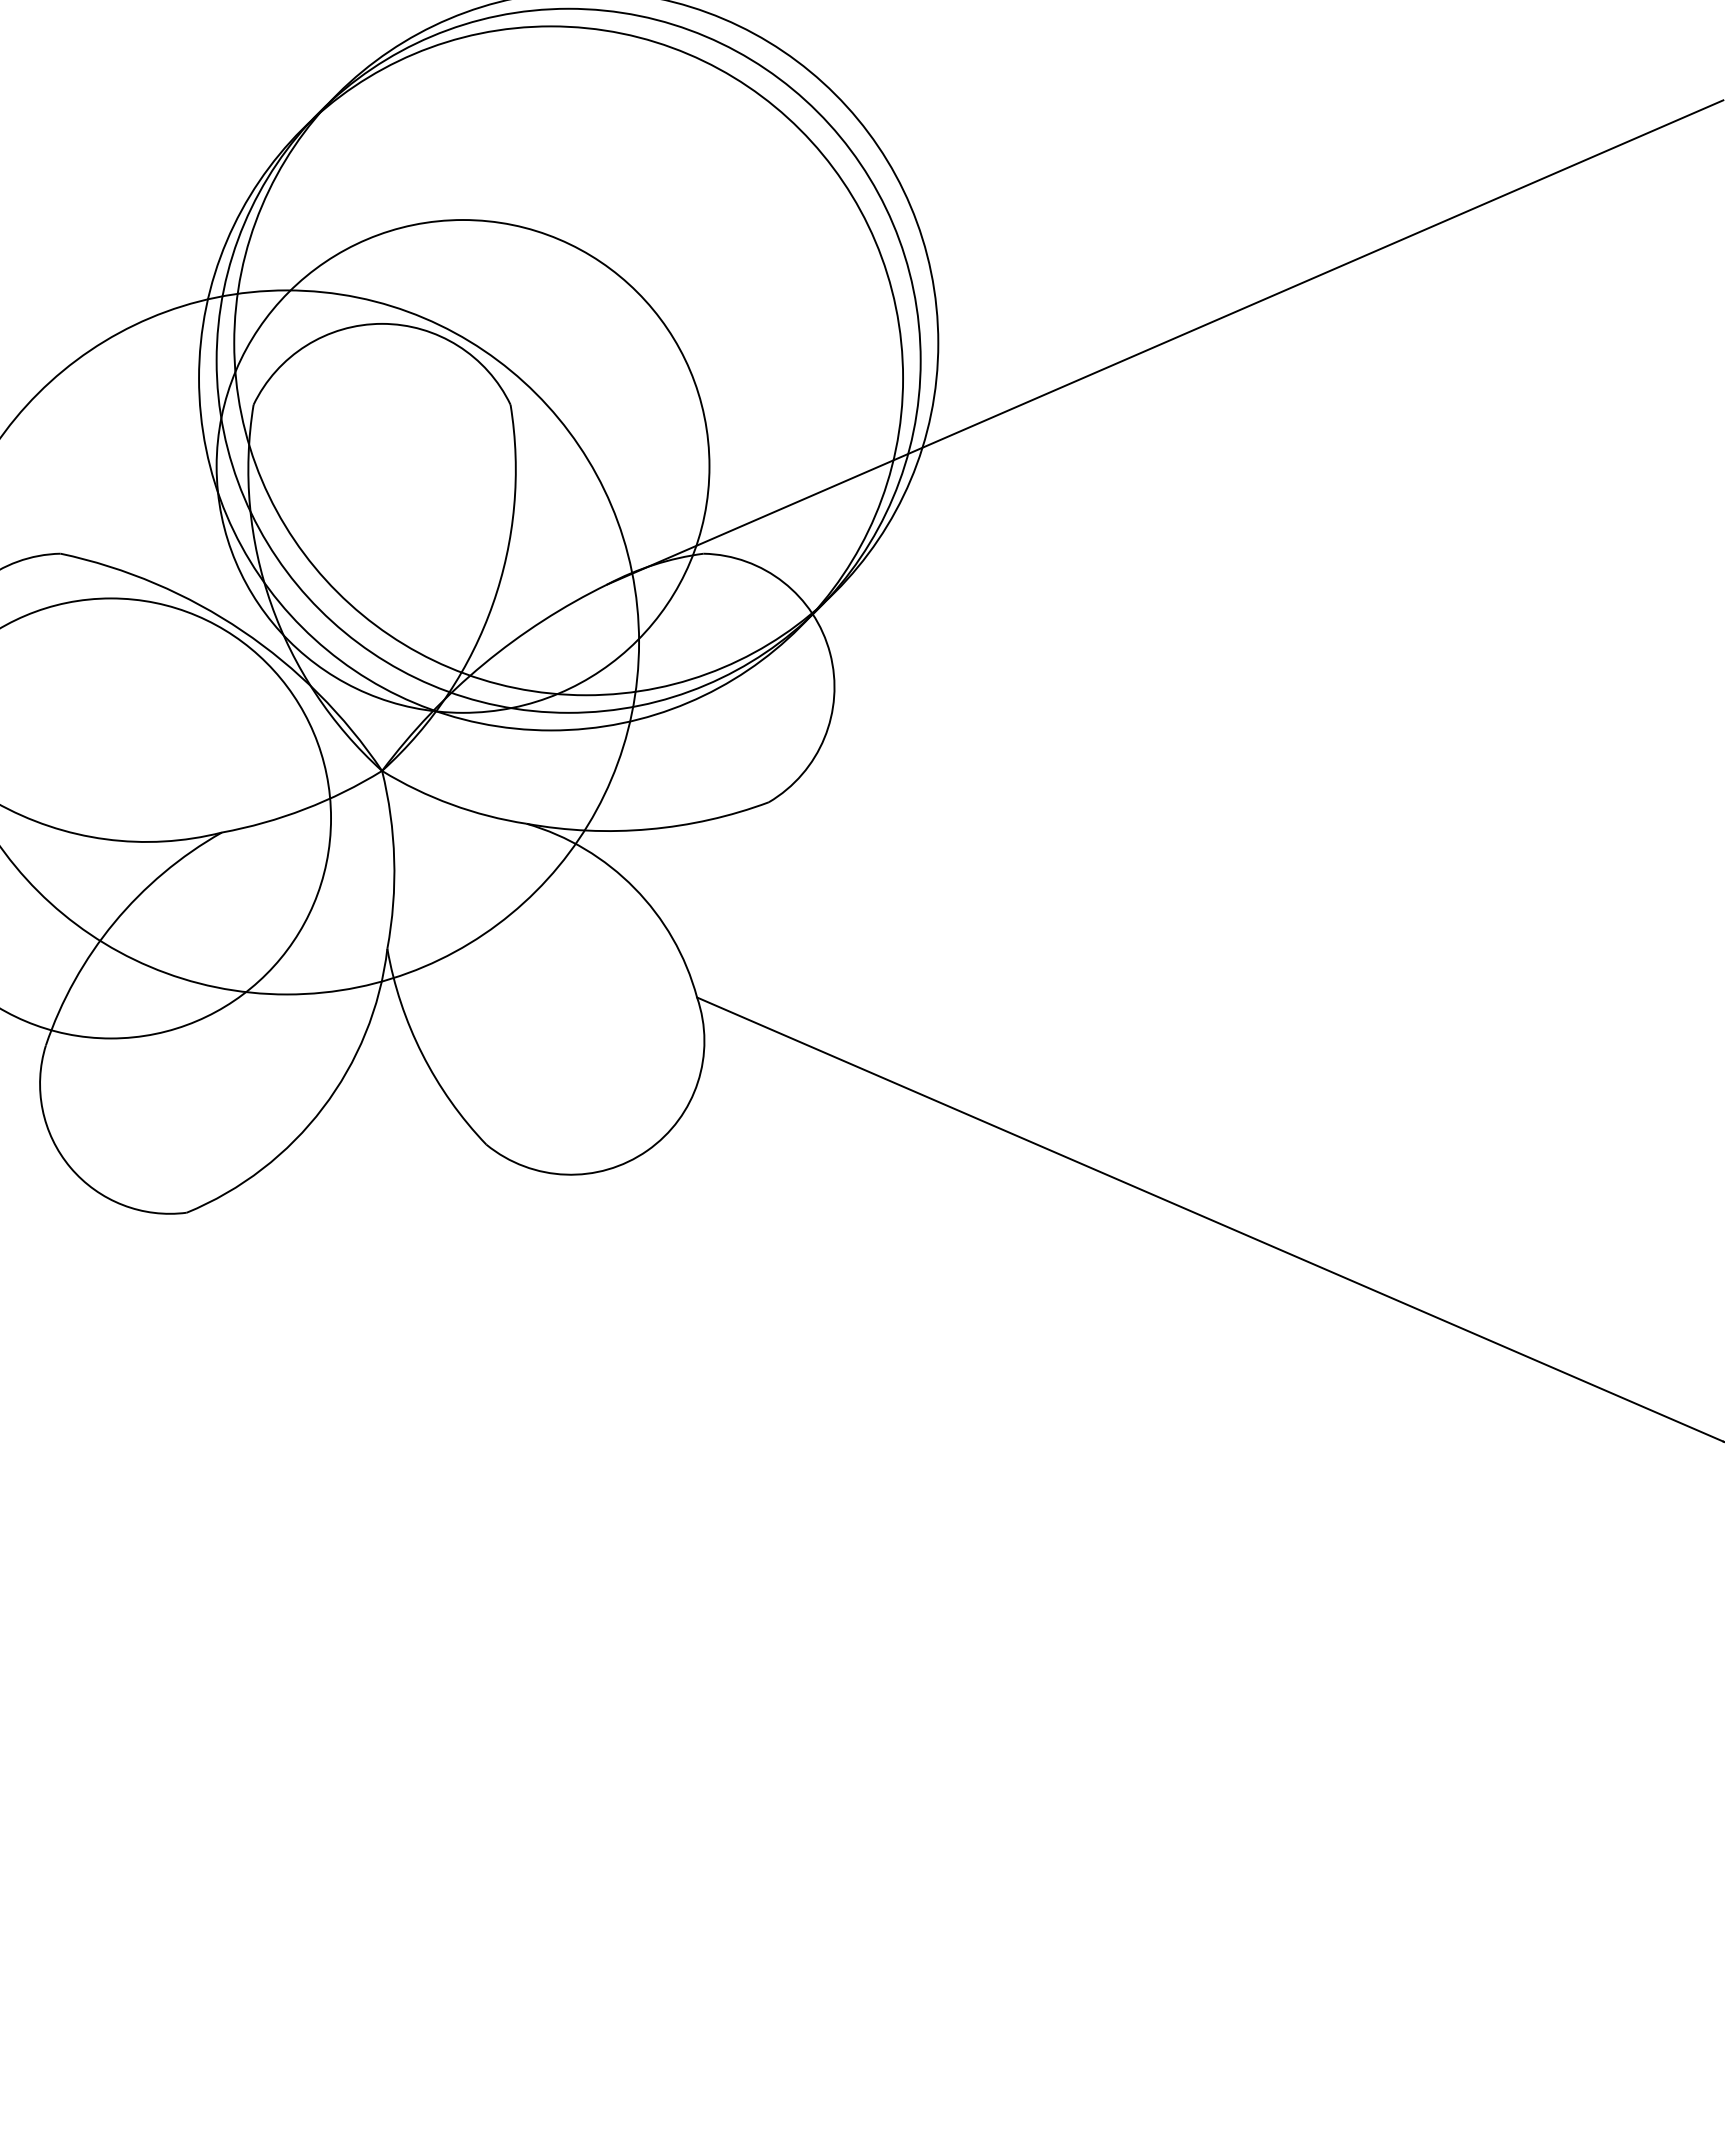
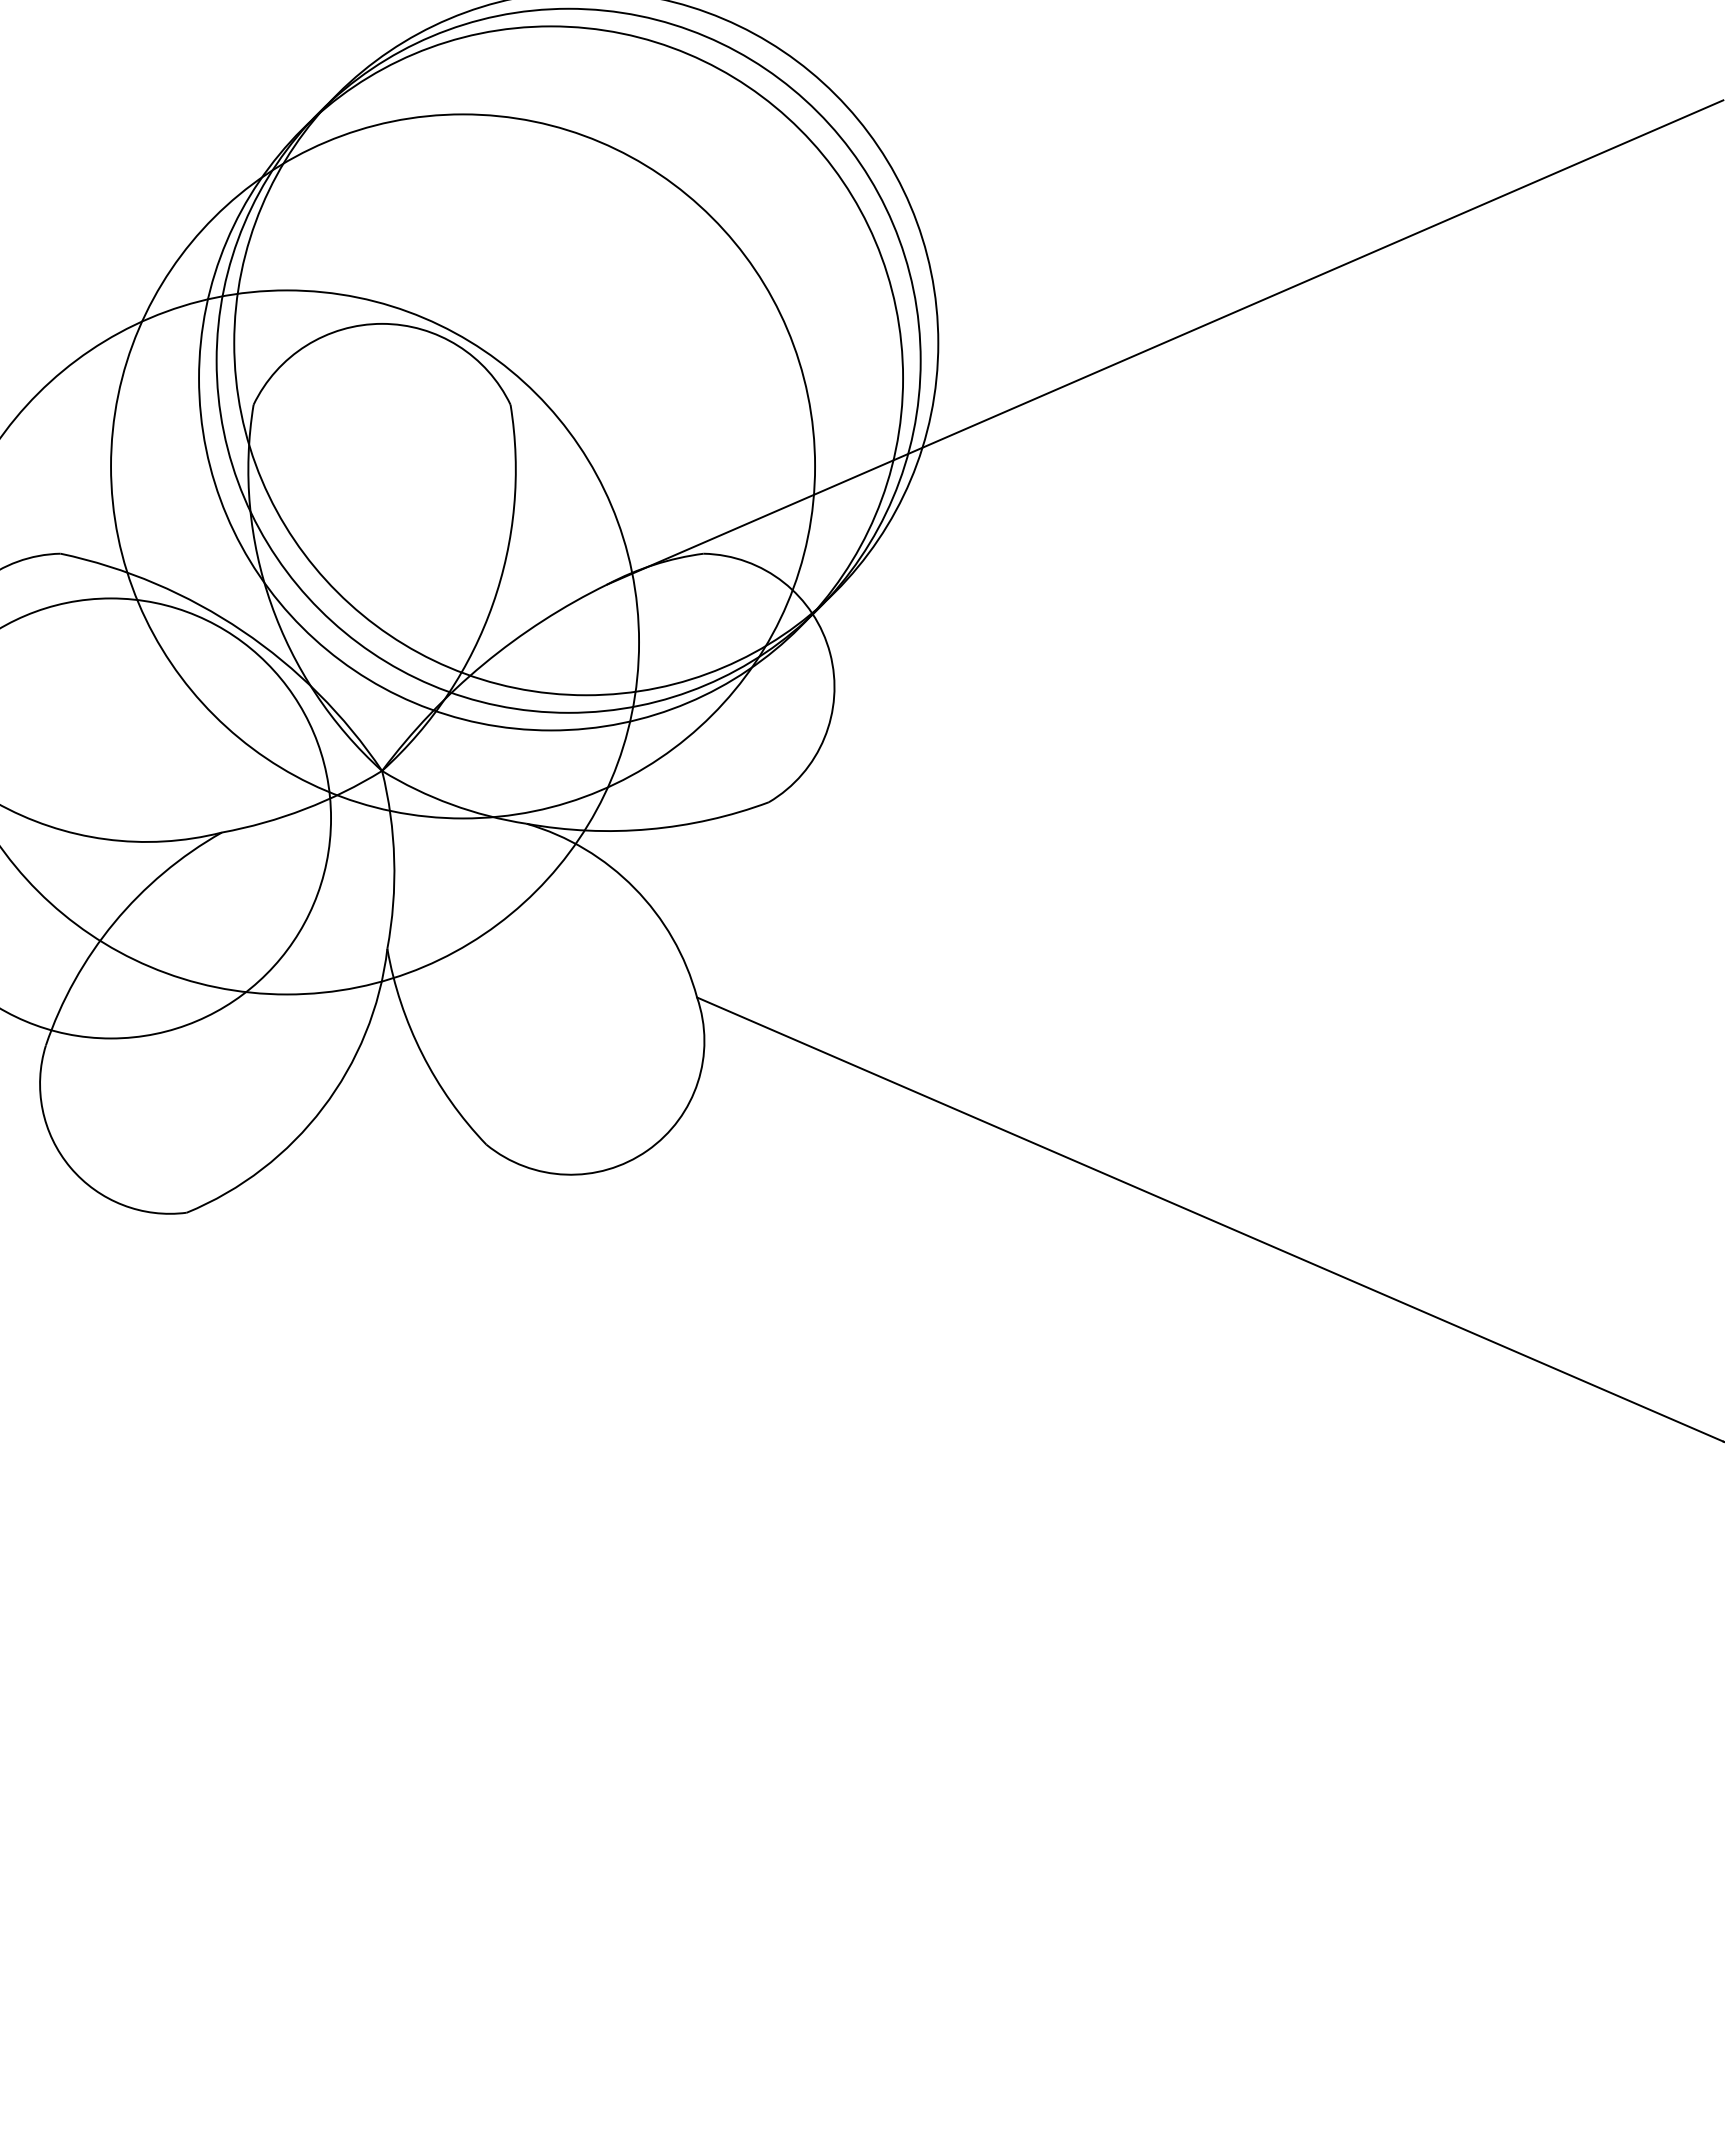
circle at (462, 466) diameter: 493 px -> 704 px
